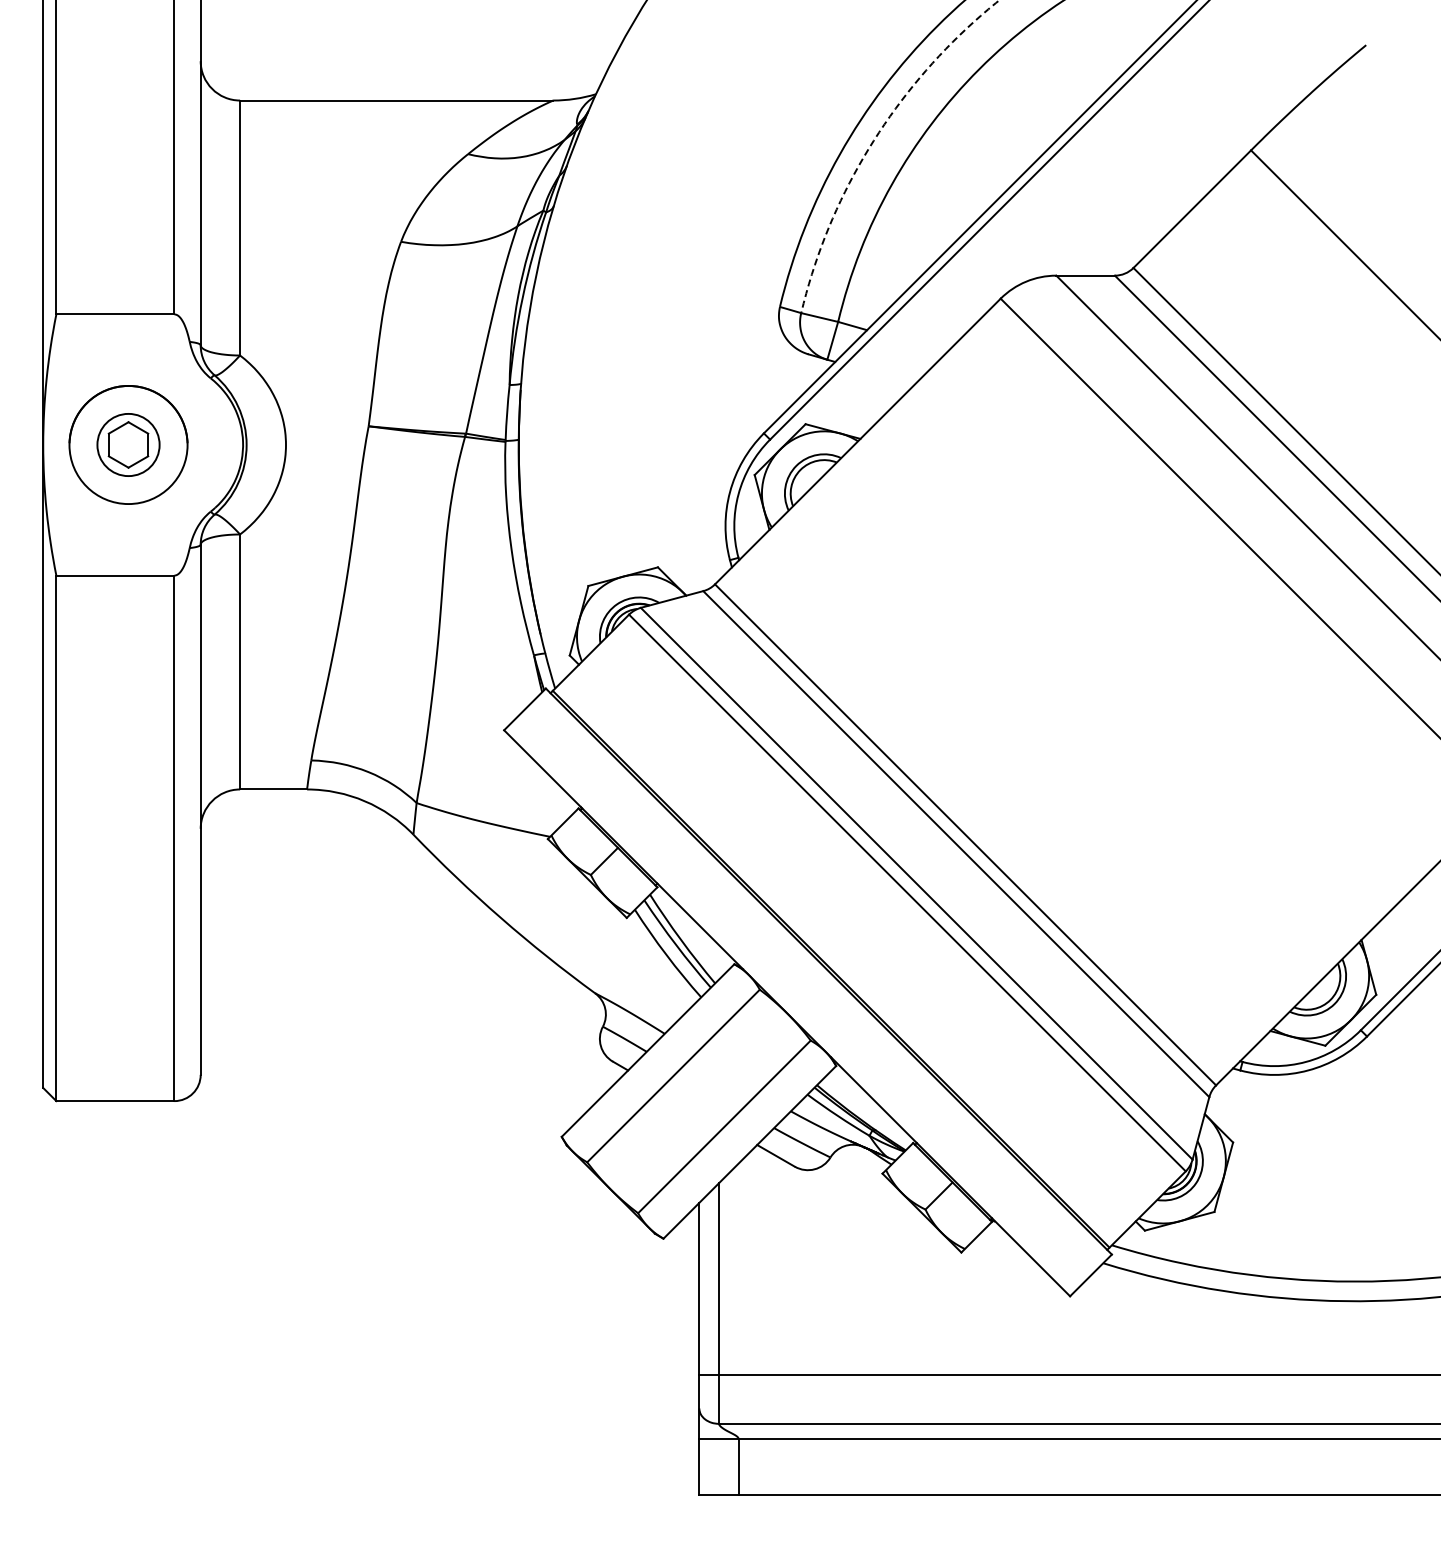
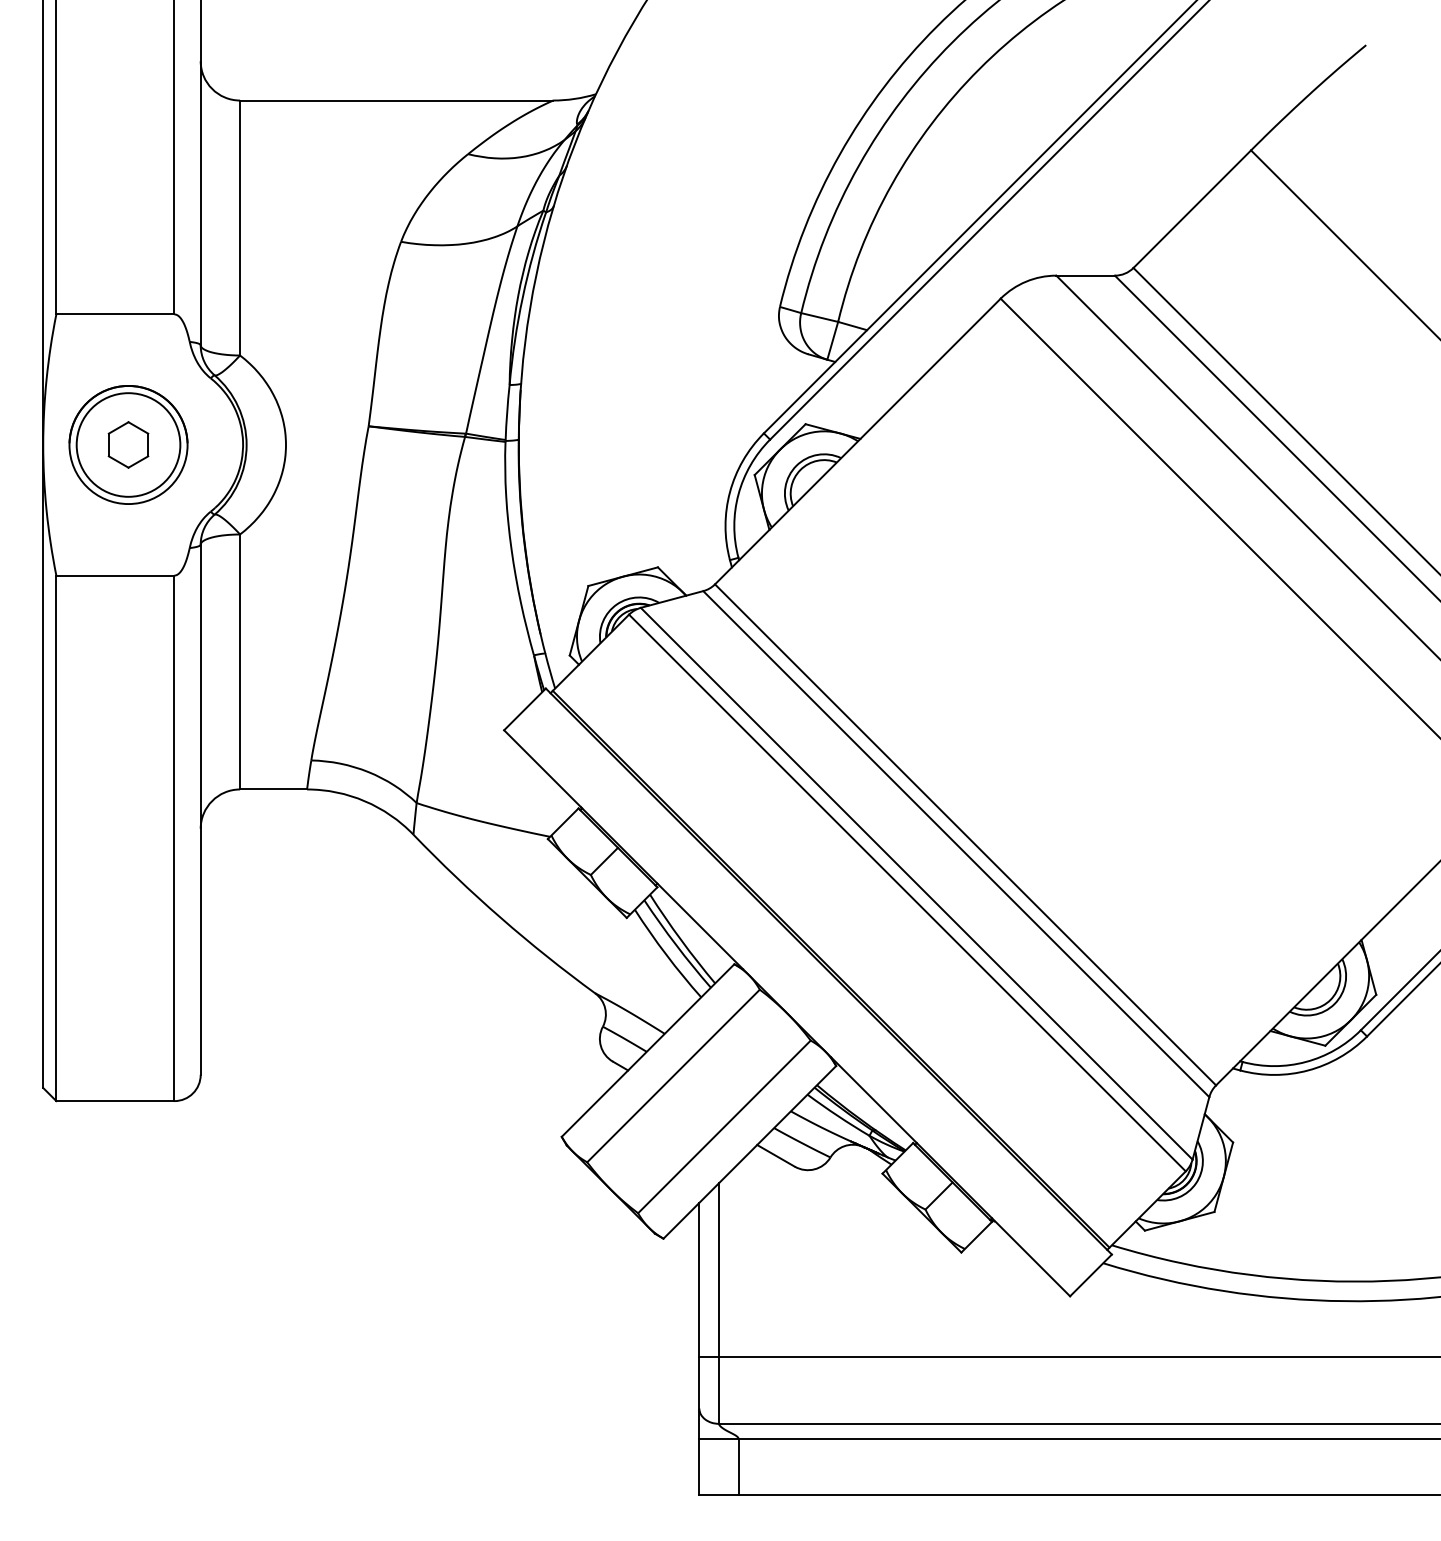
arc at (874, 139): dashed -> solid
circle at (128, 444) diameter: 62 px -> 104 px
line at (1068, 1375) position: (1068, 1375) -> (1068, 1357)
